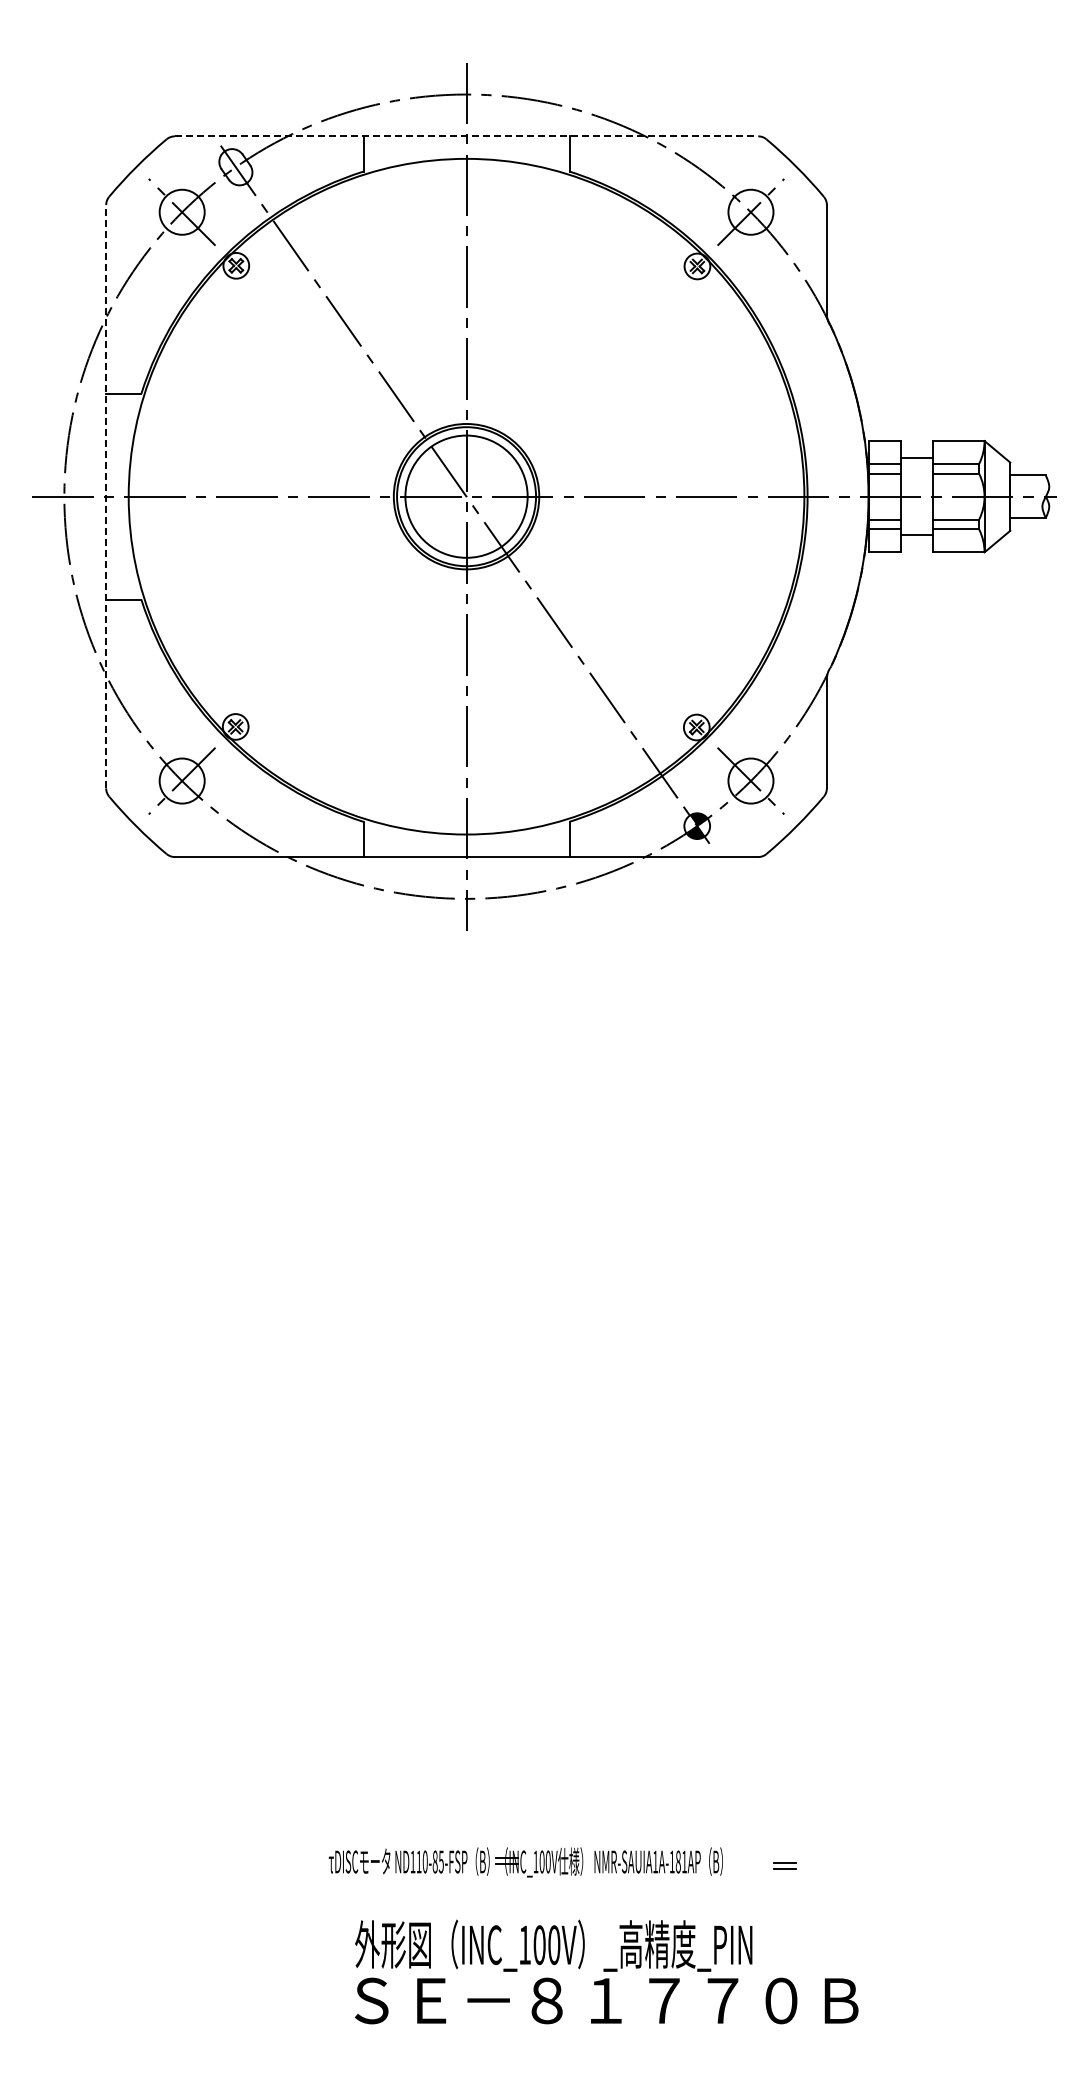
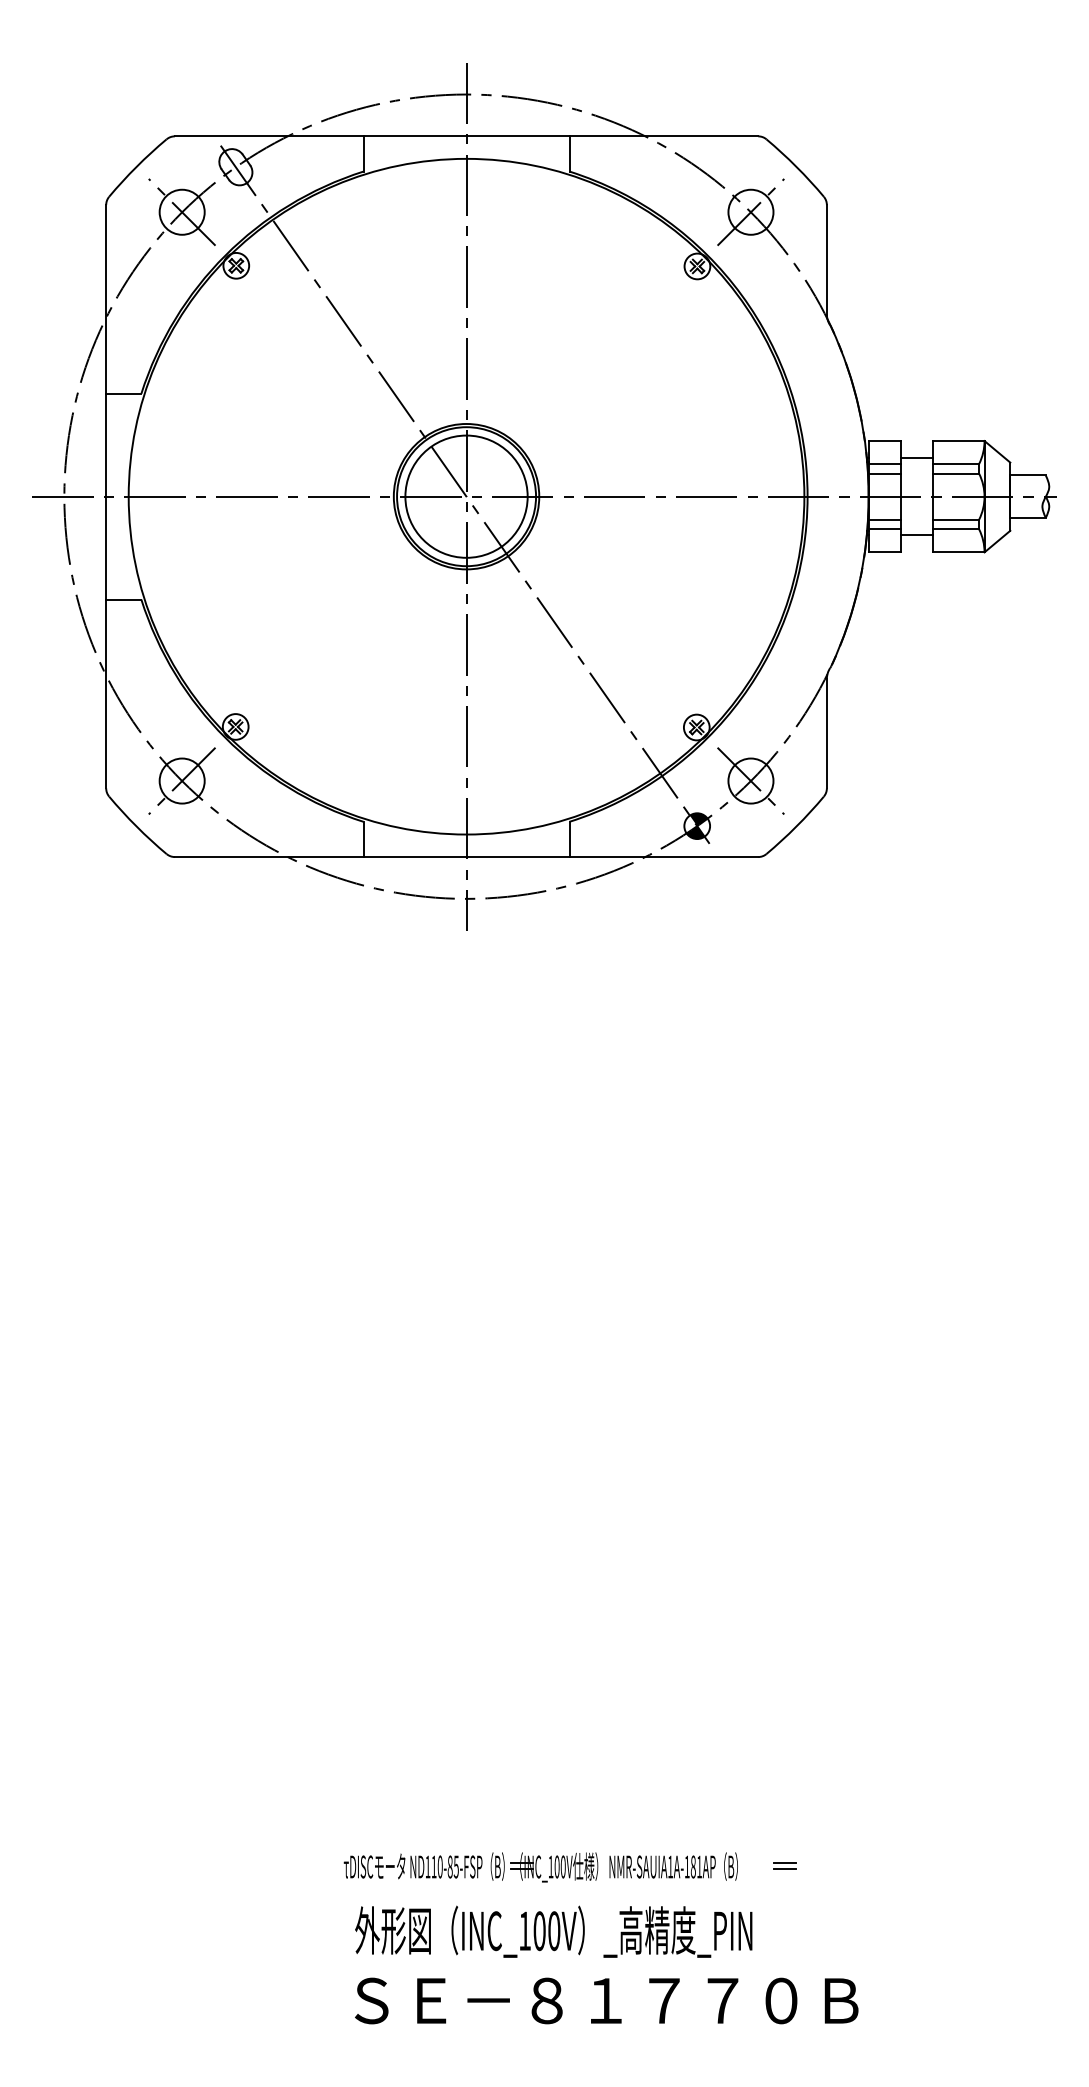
line at (466, 136): dashed -> solid
line at (106, 496): dashed -> solid
part at (525, 1862) position: (525, 1862) -> (540, 1867)
text at (553, 1945) position: (553, 1945) -> (553, 1931)
